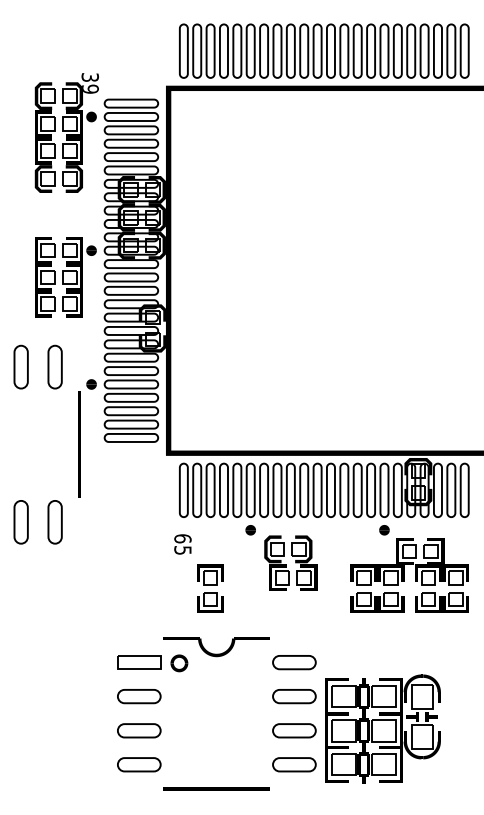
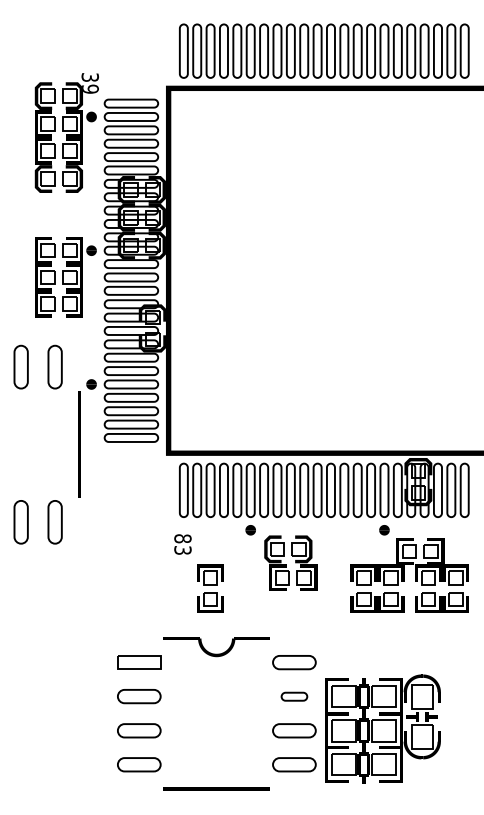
text at (182, 544): 65 -> 83
part at (179, 663): present -> none
part at (294, 696) size: 45x16 px -> 29x11 px
